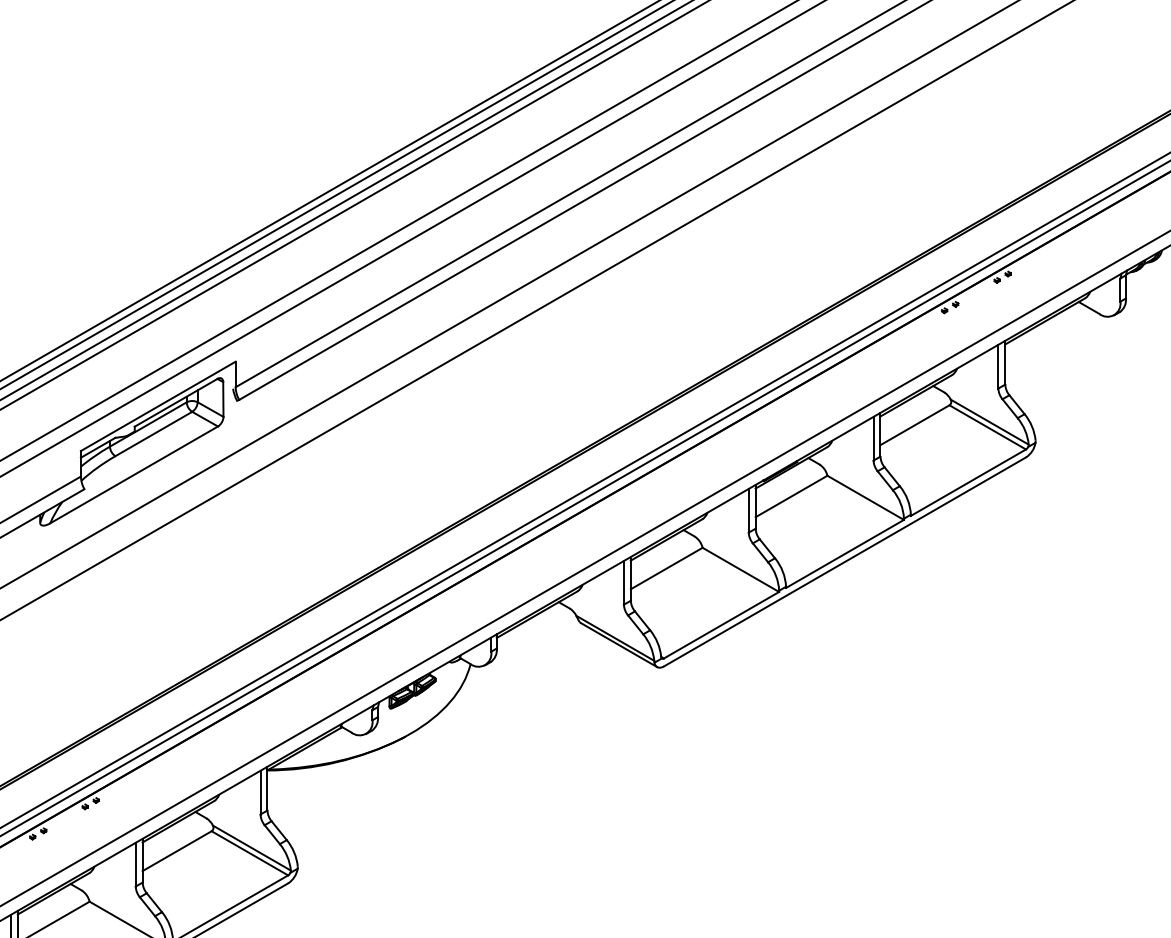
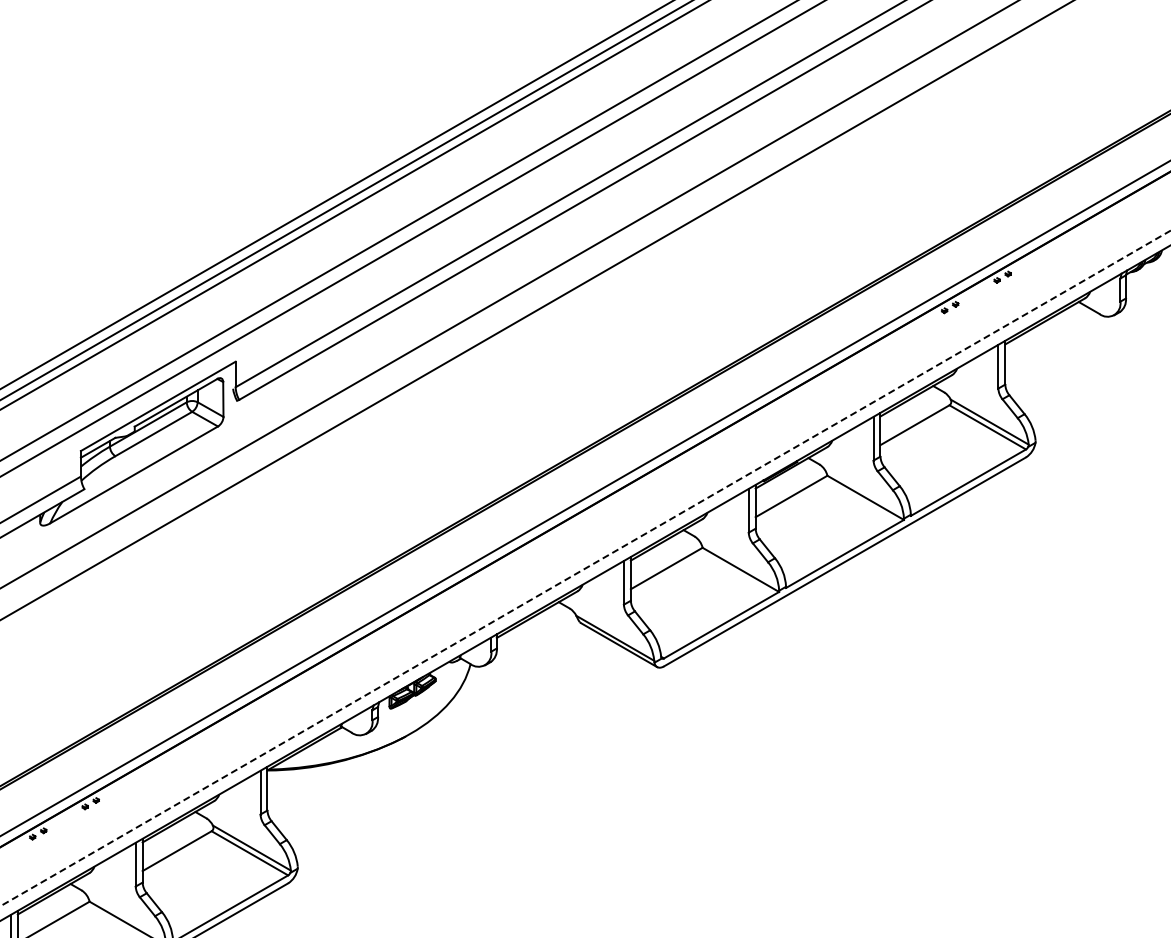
line at (329, 190): present -> none
line at (584, 490): present -> none
line at (584, 568): solid -> dashed
